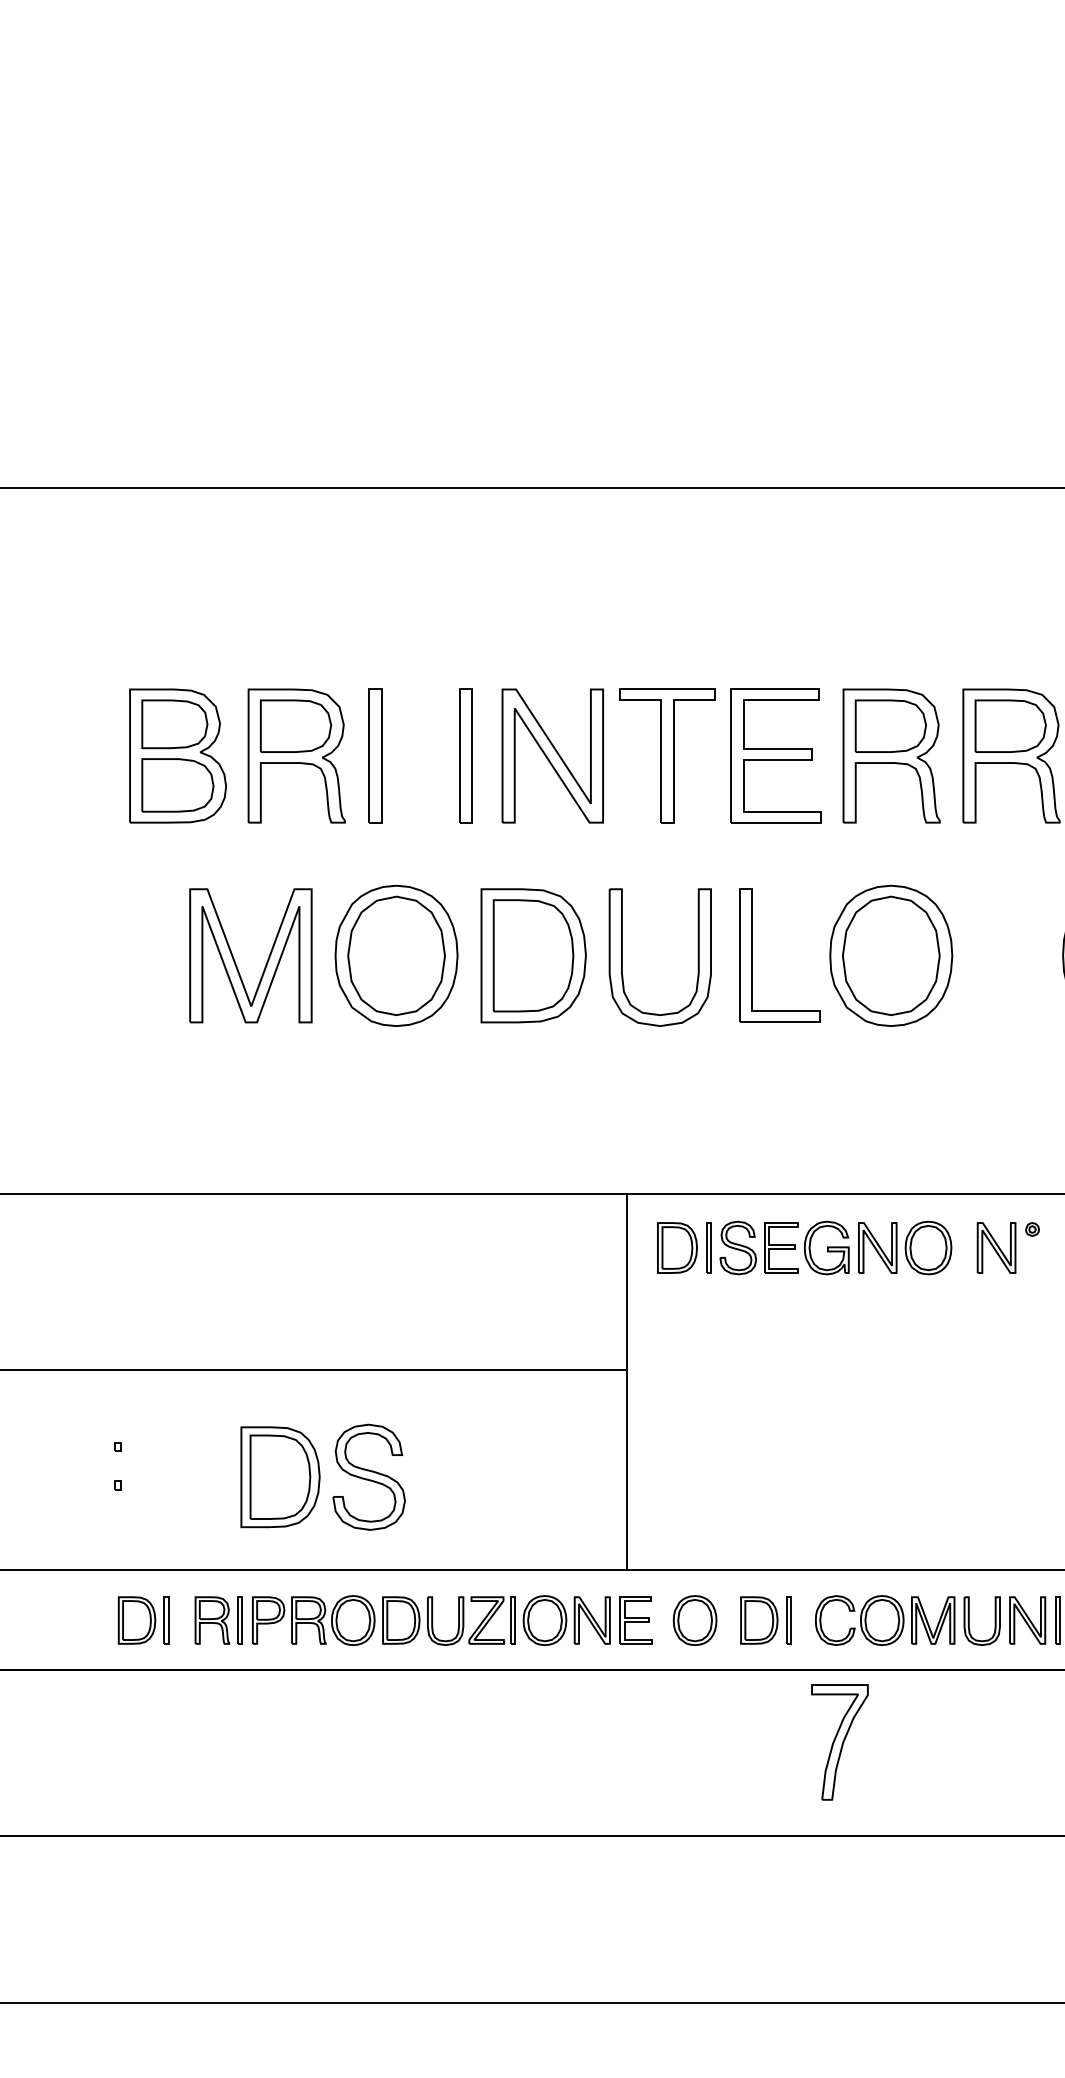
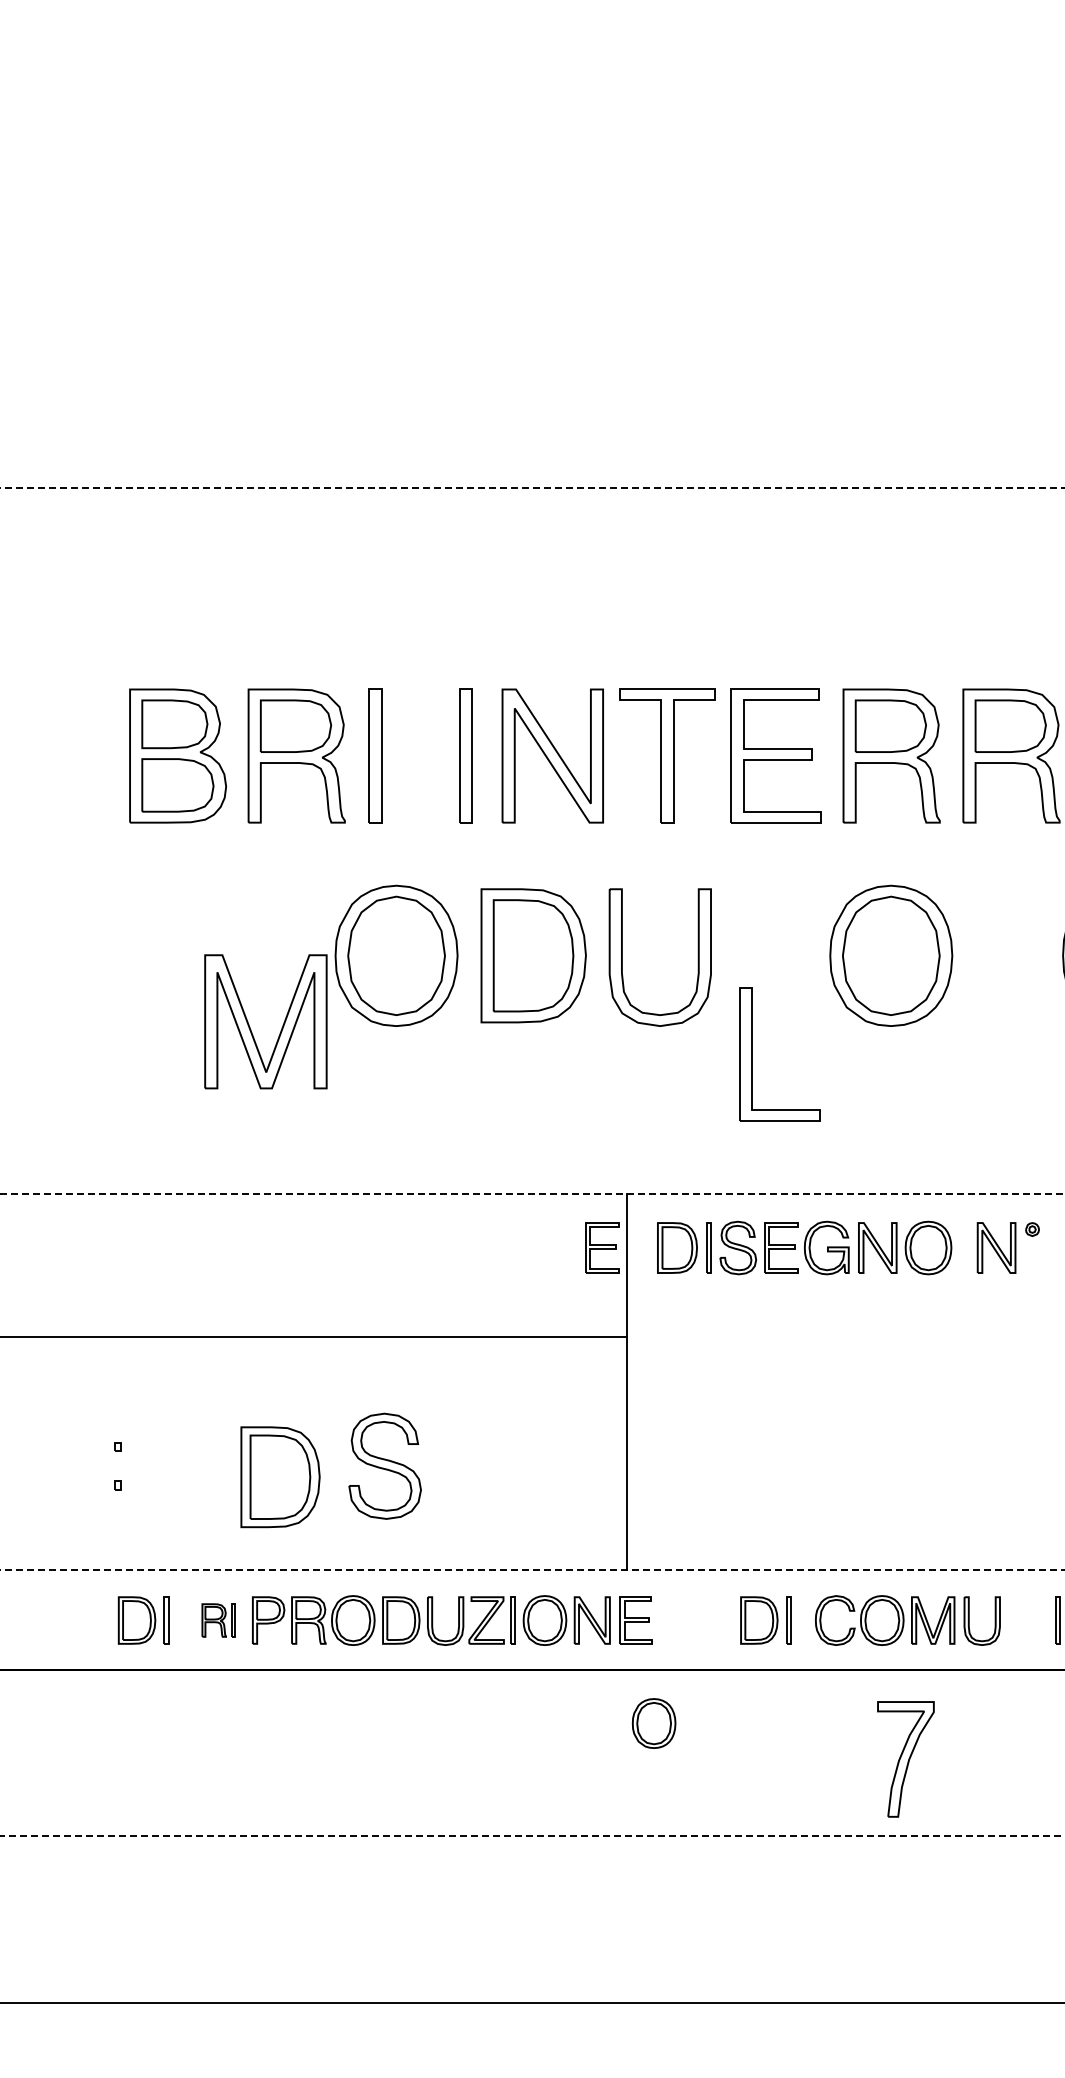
line at (532, 487): solid -> dashed
part at (752, 955) position: (752, 955) -> (752, 1054)
part at (236, 963) position: (236, 963) -> (251, 1029)
line at (532, 1193): solid -> dashed
part at (602, 1247): none -> present
line at (314, 1370) position: (314, 1370) -> (314, 1337)
part at (368, 1476) position: (368, 1476) -> (384, 1465)
line at (532, 1569): solid -> dashed
part at (218, 1620) size: 49x49 px -> 35x35 px
part at (694, 1620) position: (694, 1620) -> (653, 1723)
part at (1027, 1620): present -> none
part at (839, 1742) position: (839, 1742) -> (905, 1759)
line at (532, 1836): solid -> dashed
